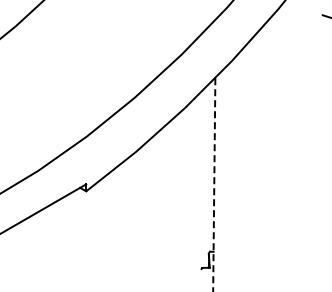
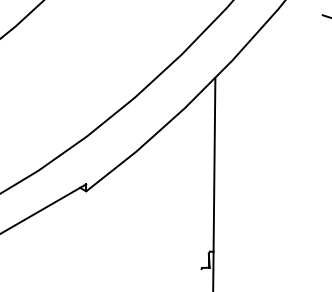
line at (214, 185): dashed -> solid
